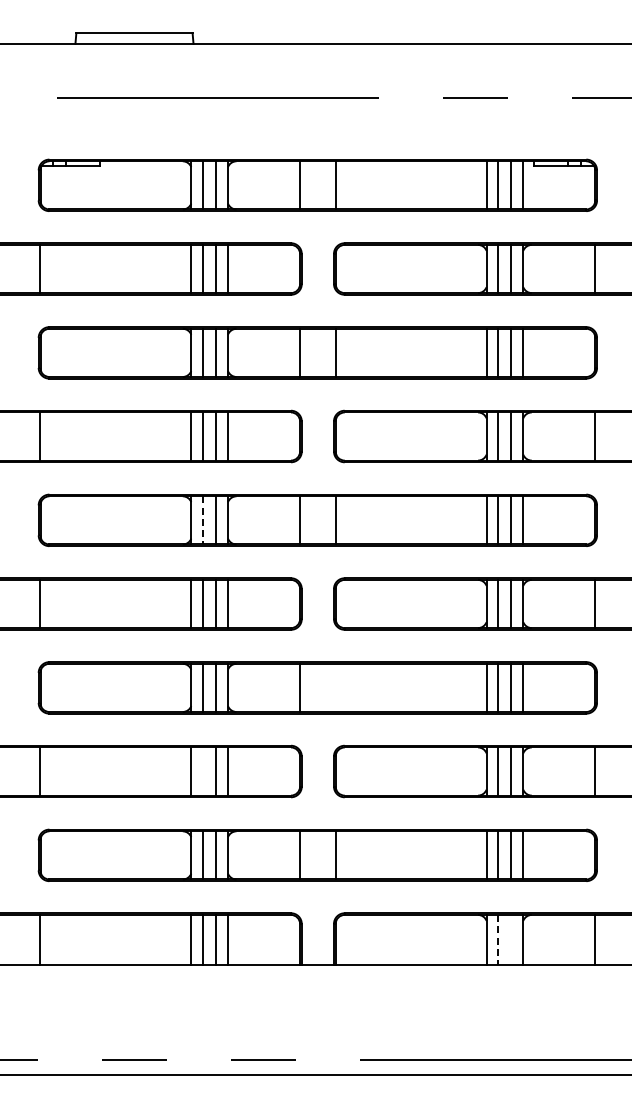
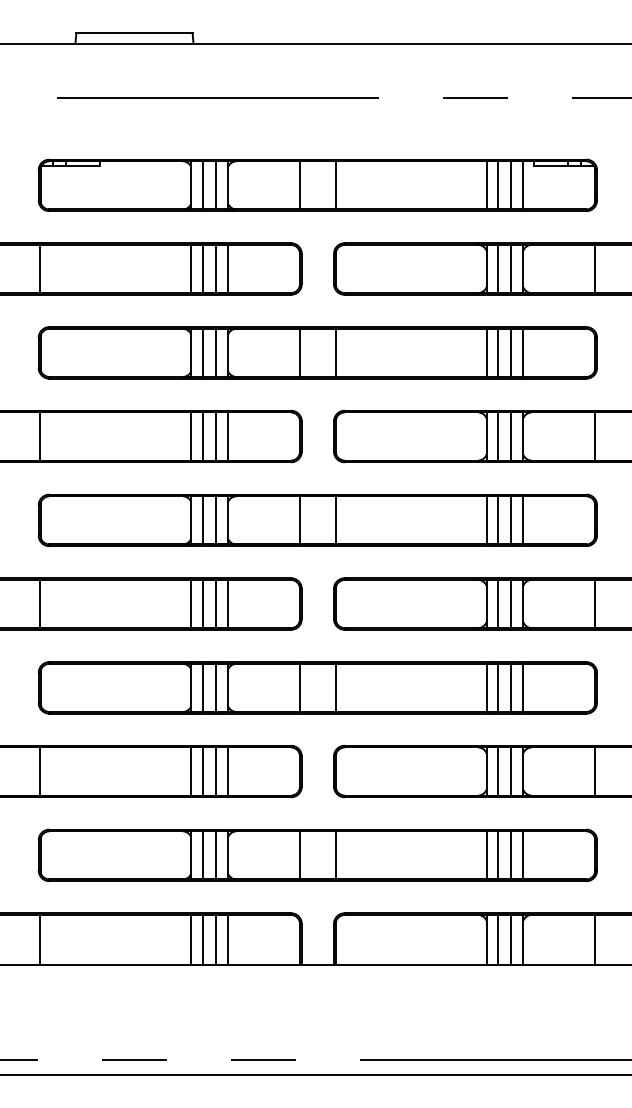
line at (203, 520): dashed -> solid
line at (335, 687): none -> present
line at (203, 771): none -> present
line at (498, 939): dashed -> solid
line at (511, 939): none -> present
